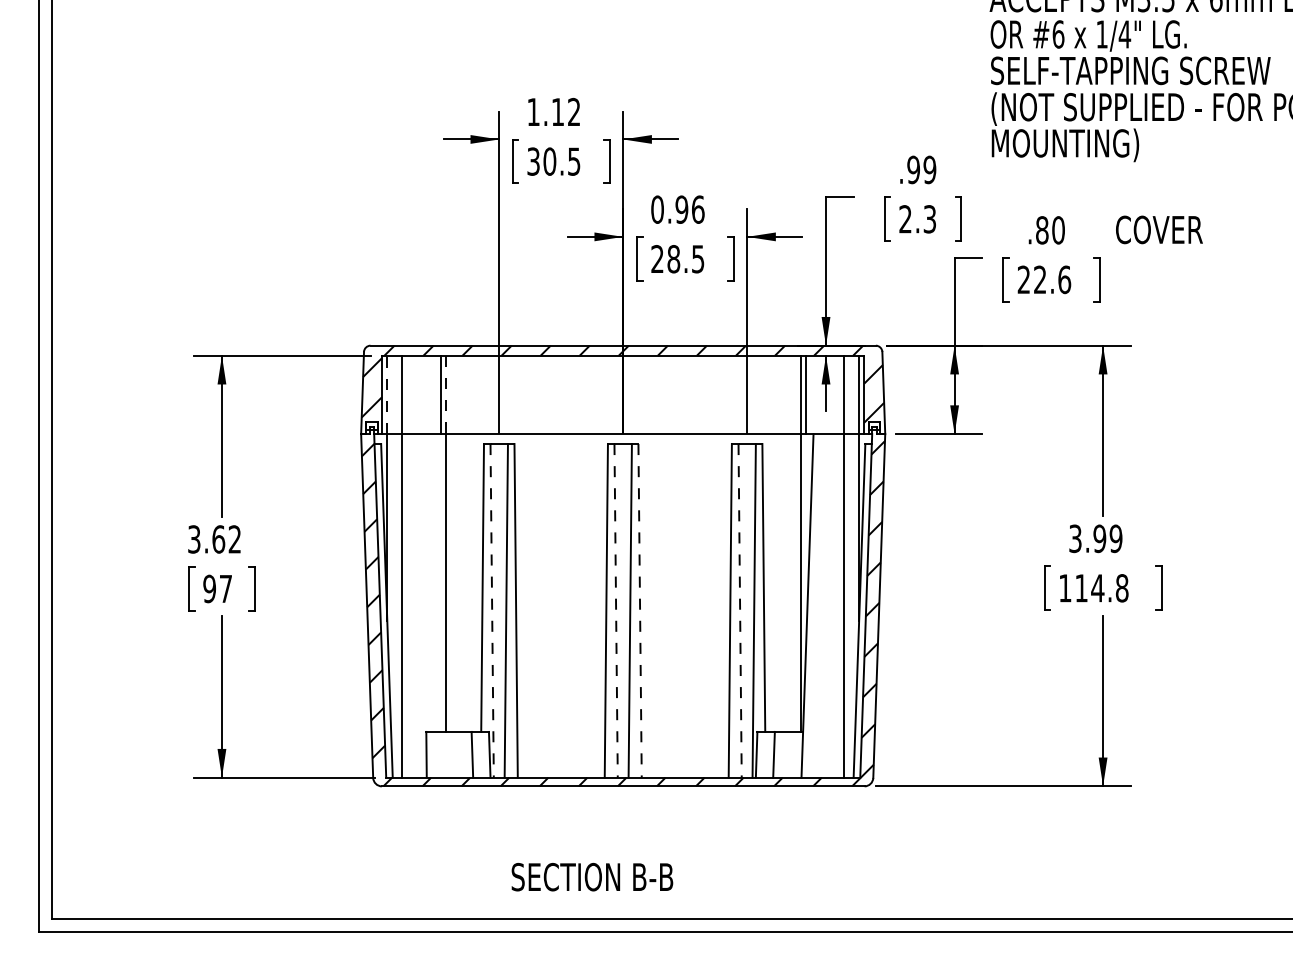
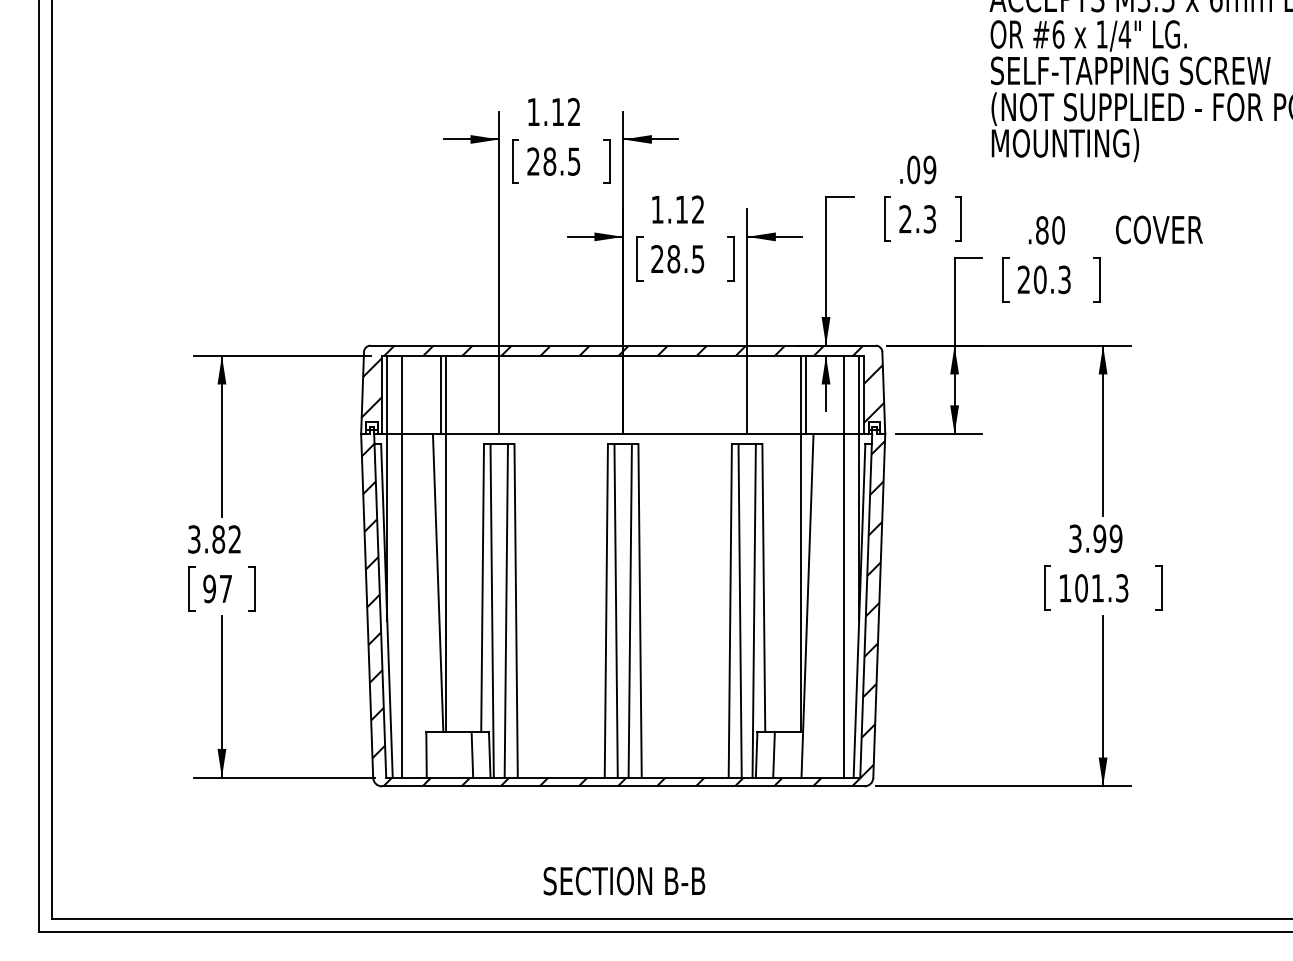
text at (541, 161): 30.5 -> 28.5
text at (913, 169): .99 -> .09
text at (677, 209): 0.96 -> 1.12
text at (1052, 279): 22.6 -> 20.3
line at (387, 394): dashed -> solid
line at (445, 395): dashed -> solid
text at (218, 539): 3.62 -> 3.82
line at (437, 582): none -> present
text at (1101, 588): 114.8 -> 101.3
line at (492, 610): dashed -> solid
line at (616, 610): dashed -> solid
line at (640, 610): dashed -> solid
line at (740, 610): dashed -> solid
text at (592, 877) position: (592, 877) -> (624, 881)
